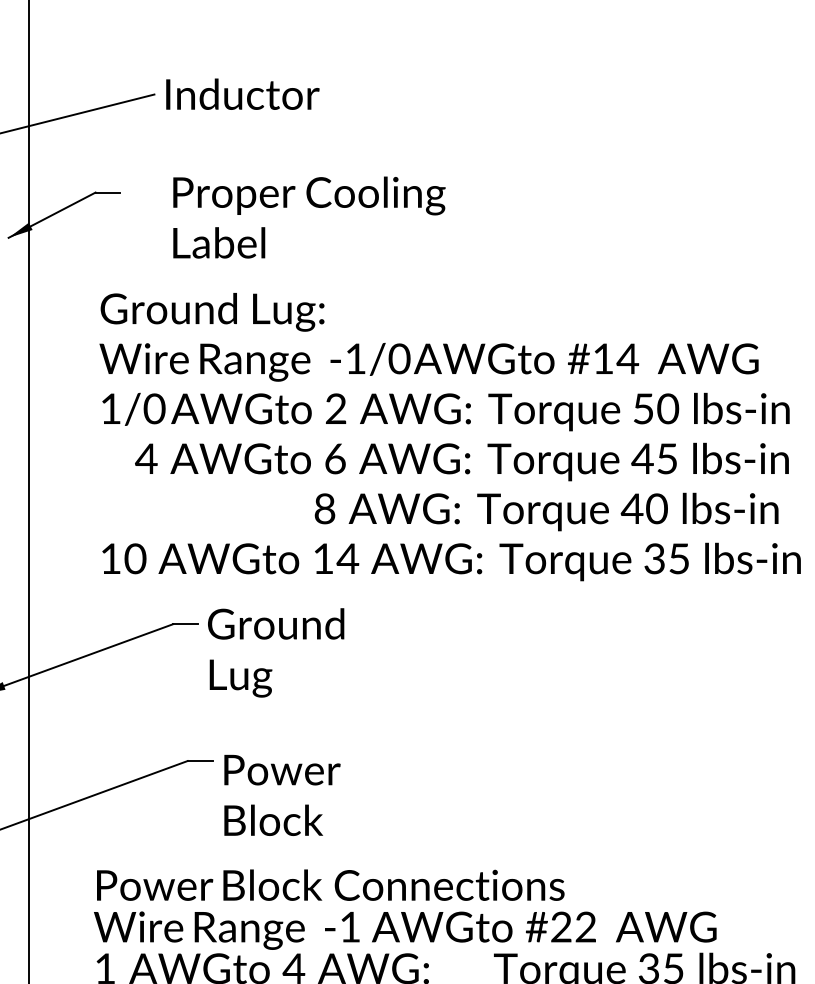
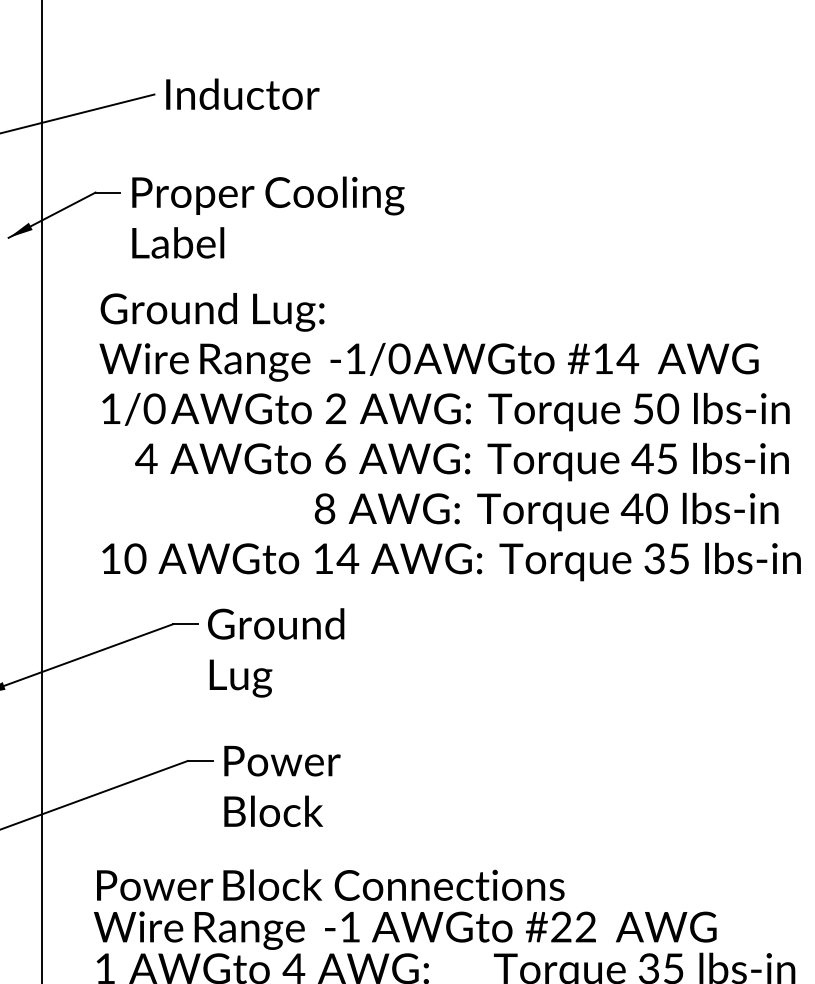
text at (309, 217) position: (309, 217) -> (268, 217)
line at (29, 491) position: (29, 491) -> (42, 491)
text at (282, 794) position: (282, 794) -> (282, 785)
